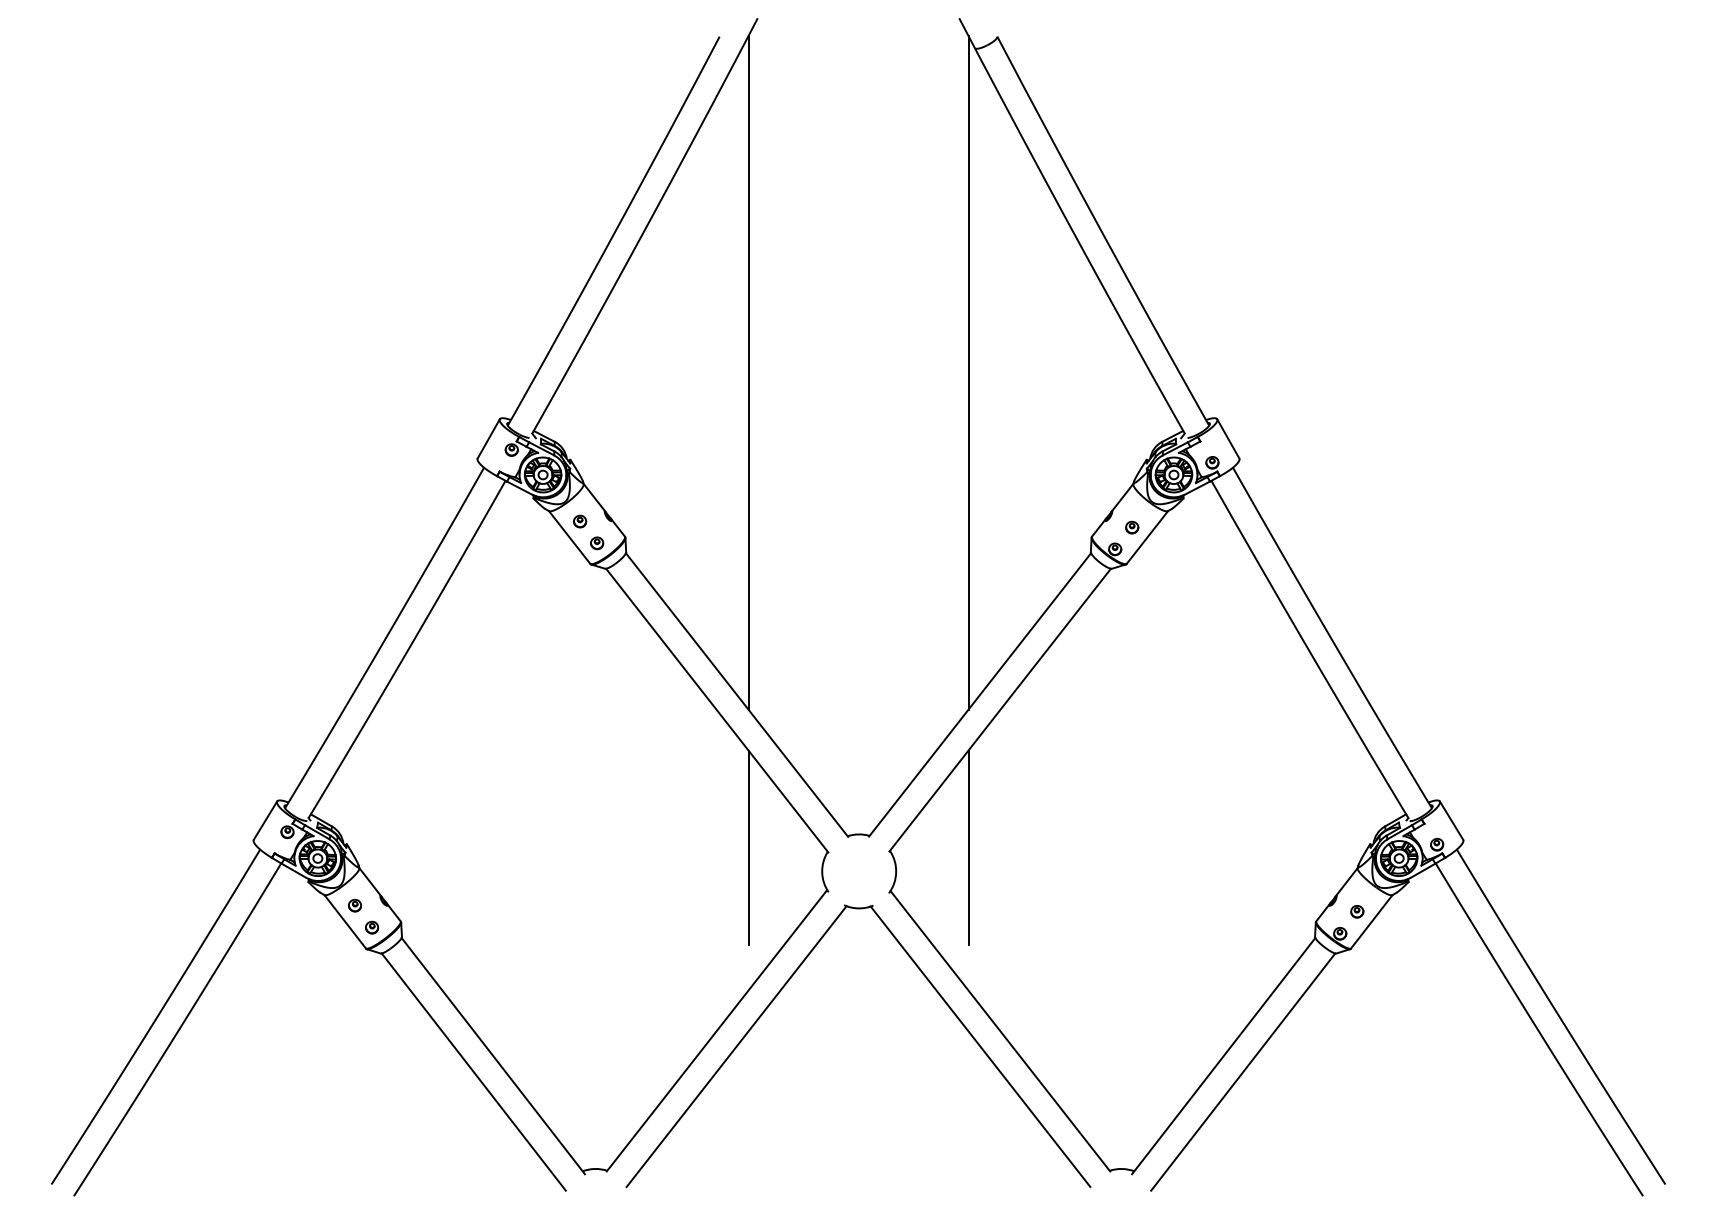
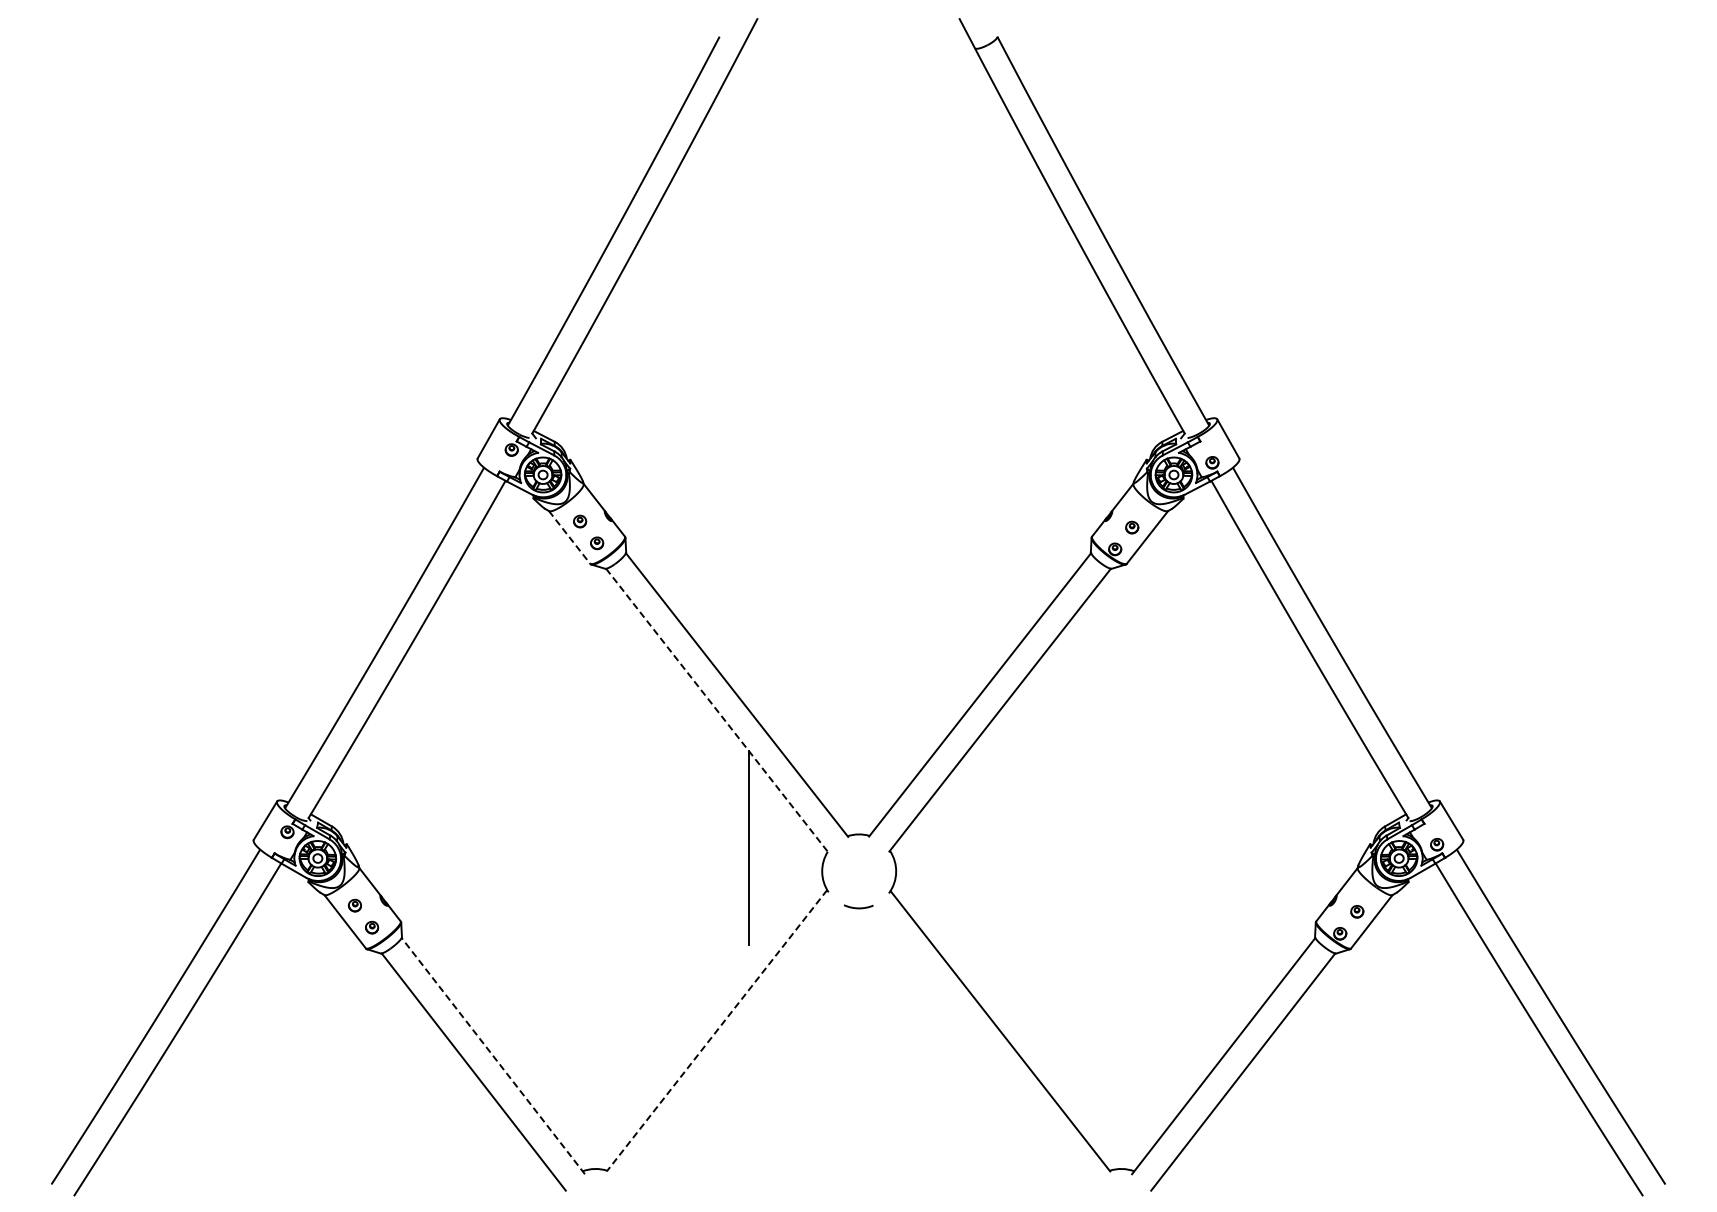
line at (748, 372): present -> none
line at (968, 372): present -> none
line at (569, 537): solid -> dashed
line at (717, 711): solid -> dashed
line at (968, 847): present -> none
line at (717, 1030): solid -> dashed
line at (736, 1046): present -> none
line at (980, 1046): present -> none
line at (493, 1055): solid -> dashed
